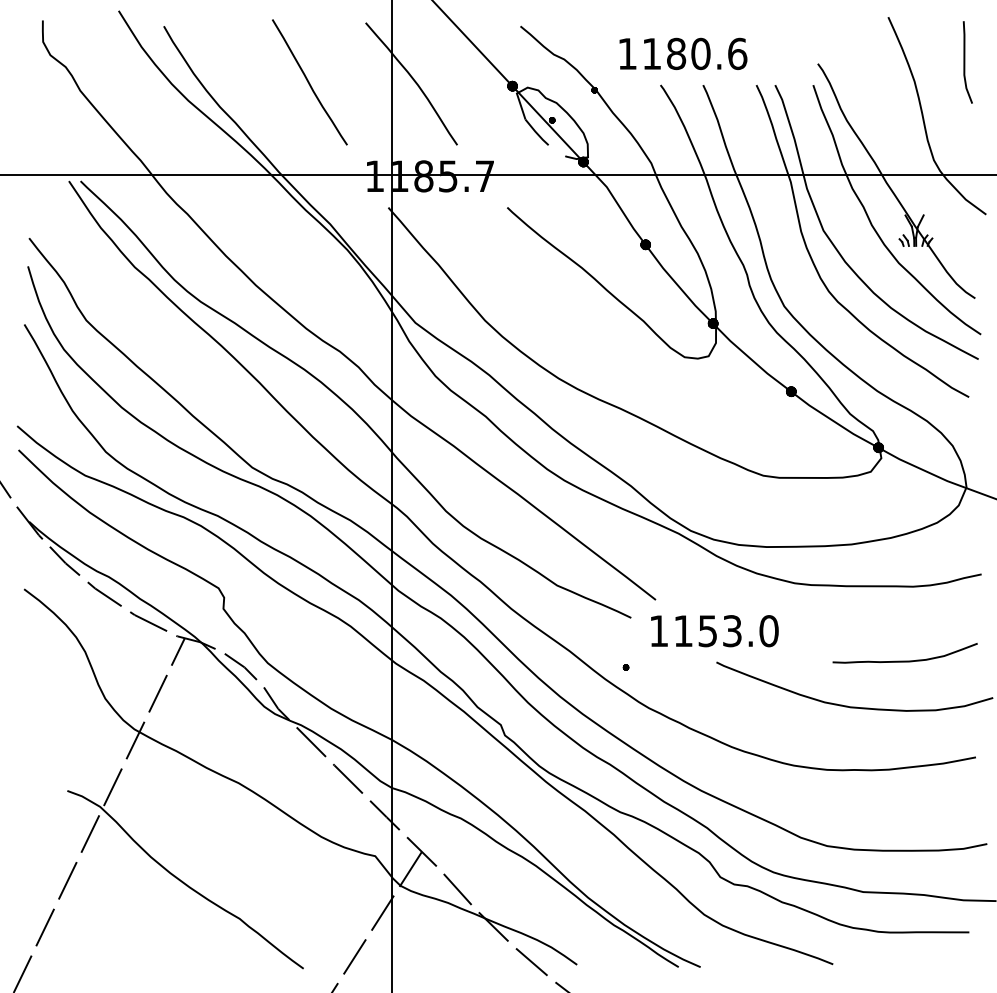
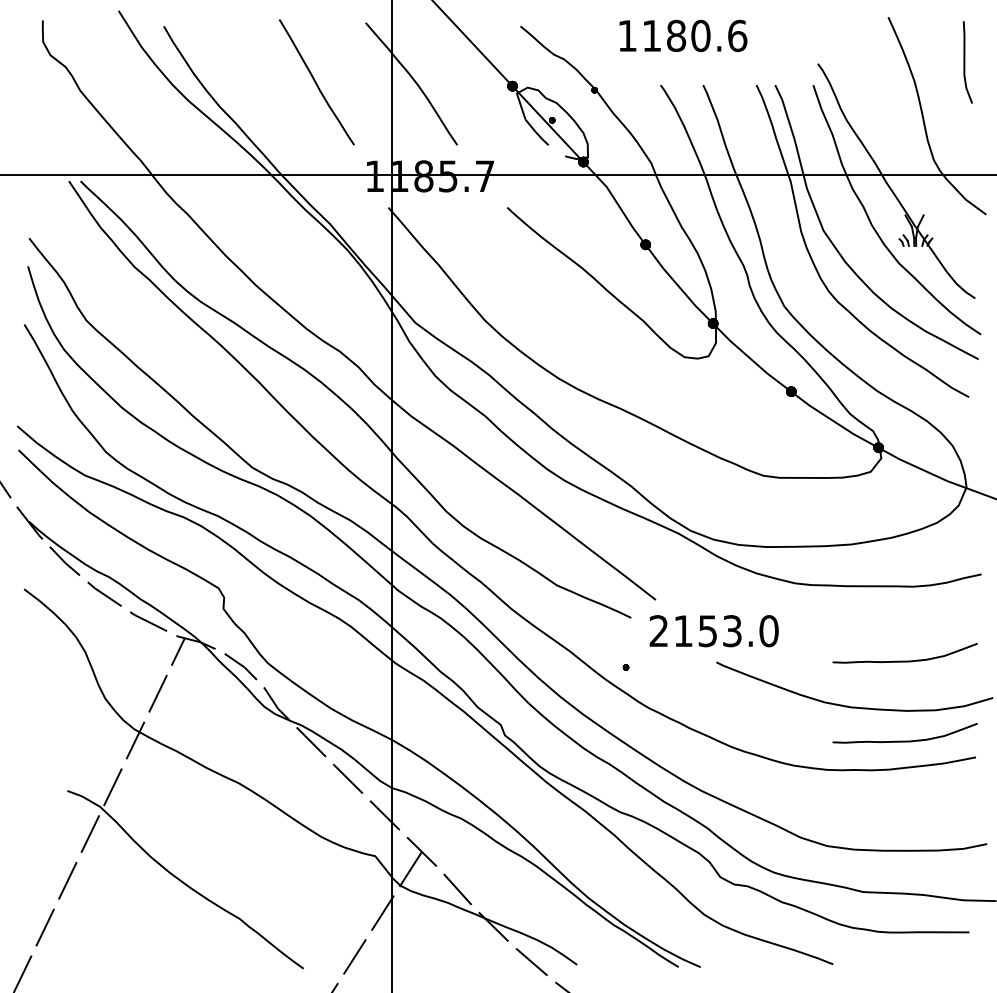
text at (683, 53) position: (683, 53) -> (683, 35)
curve at (309, 82) position: (309, 82) -> (316, 82)
text at (658, 630): 1153.0 -> 2153.0
curve at (904, 740): none -> present
